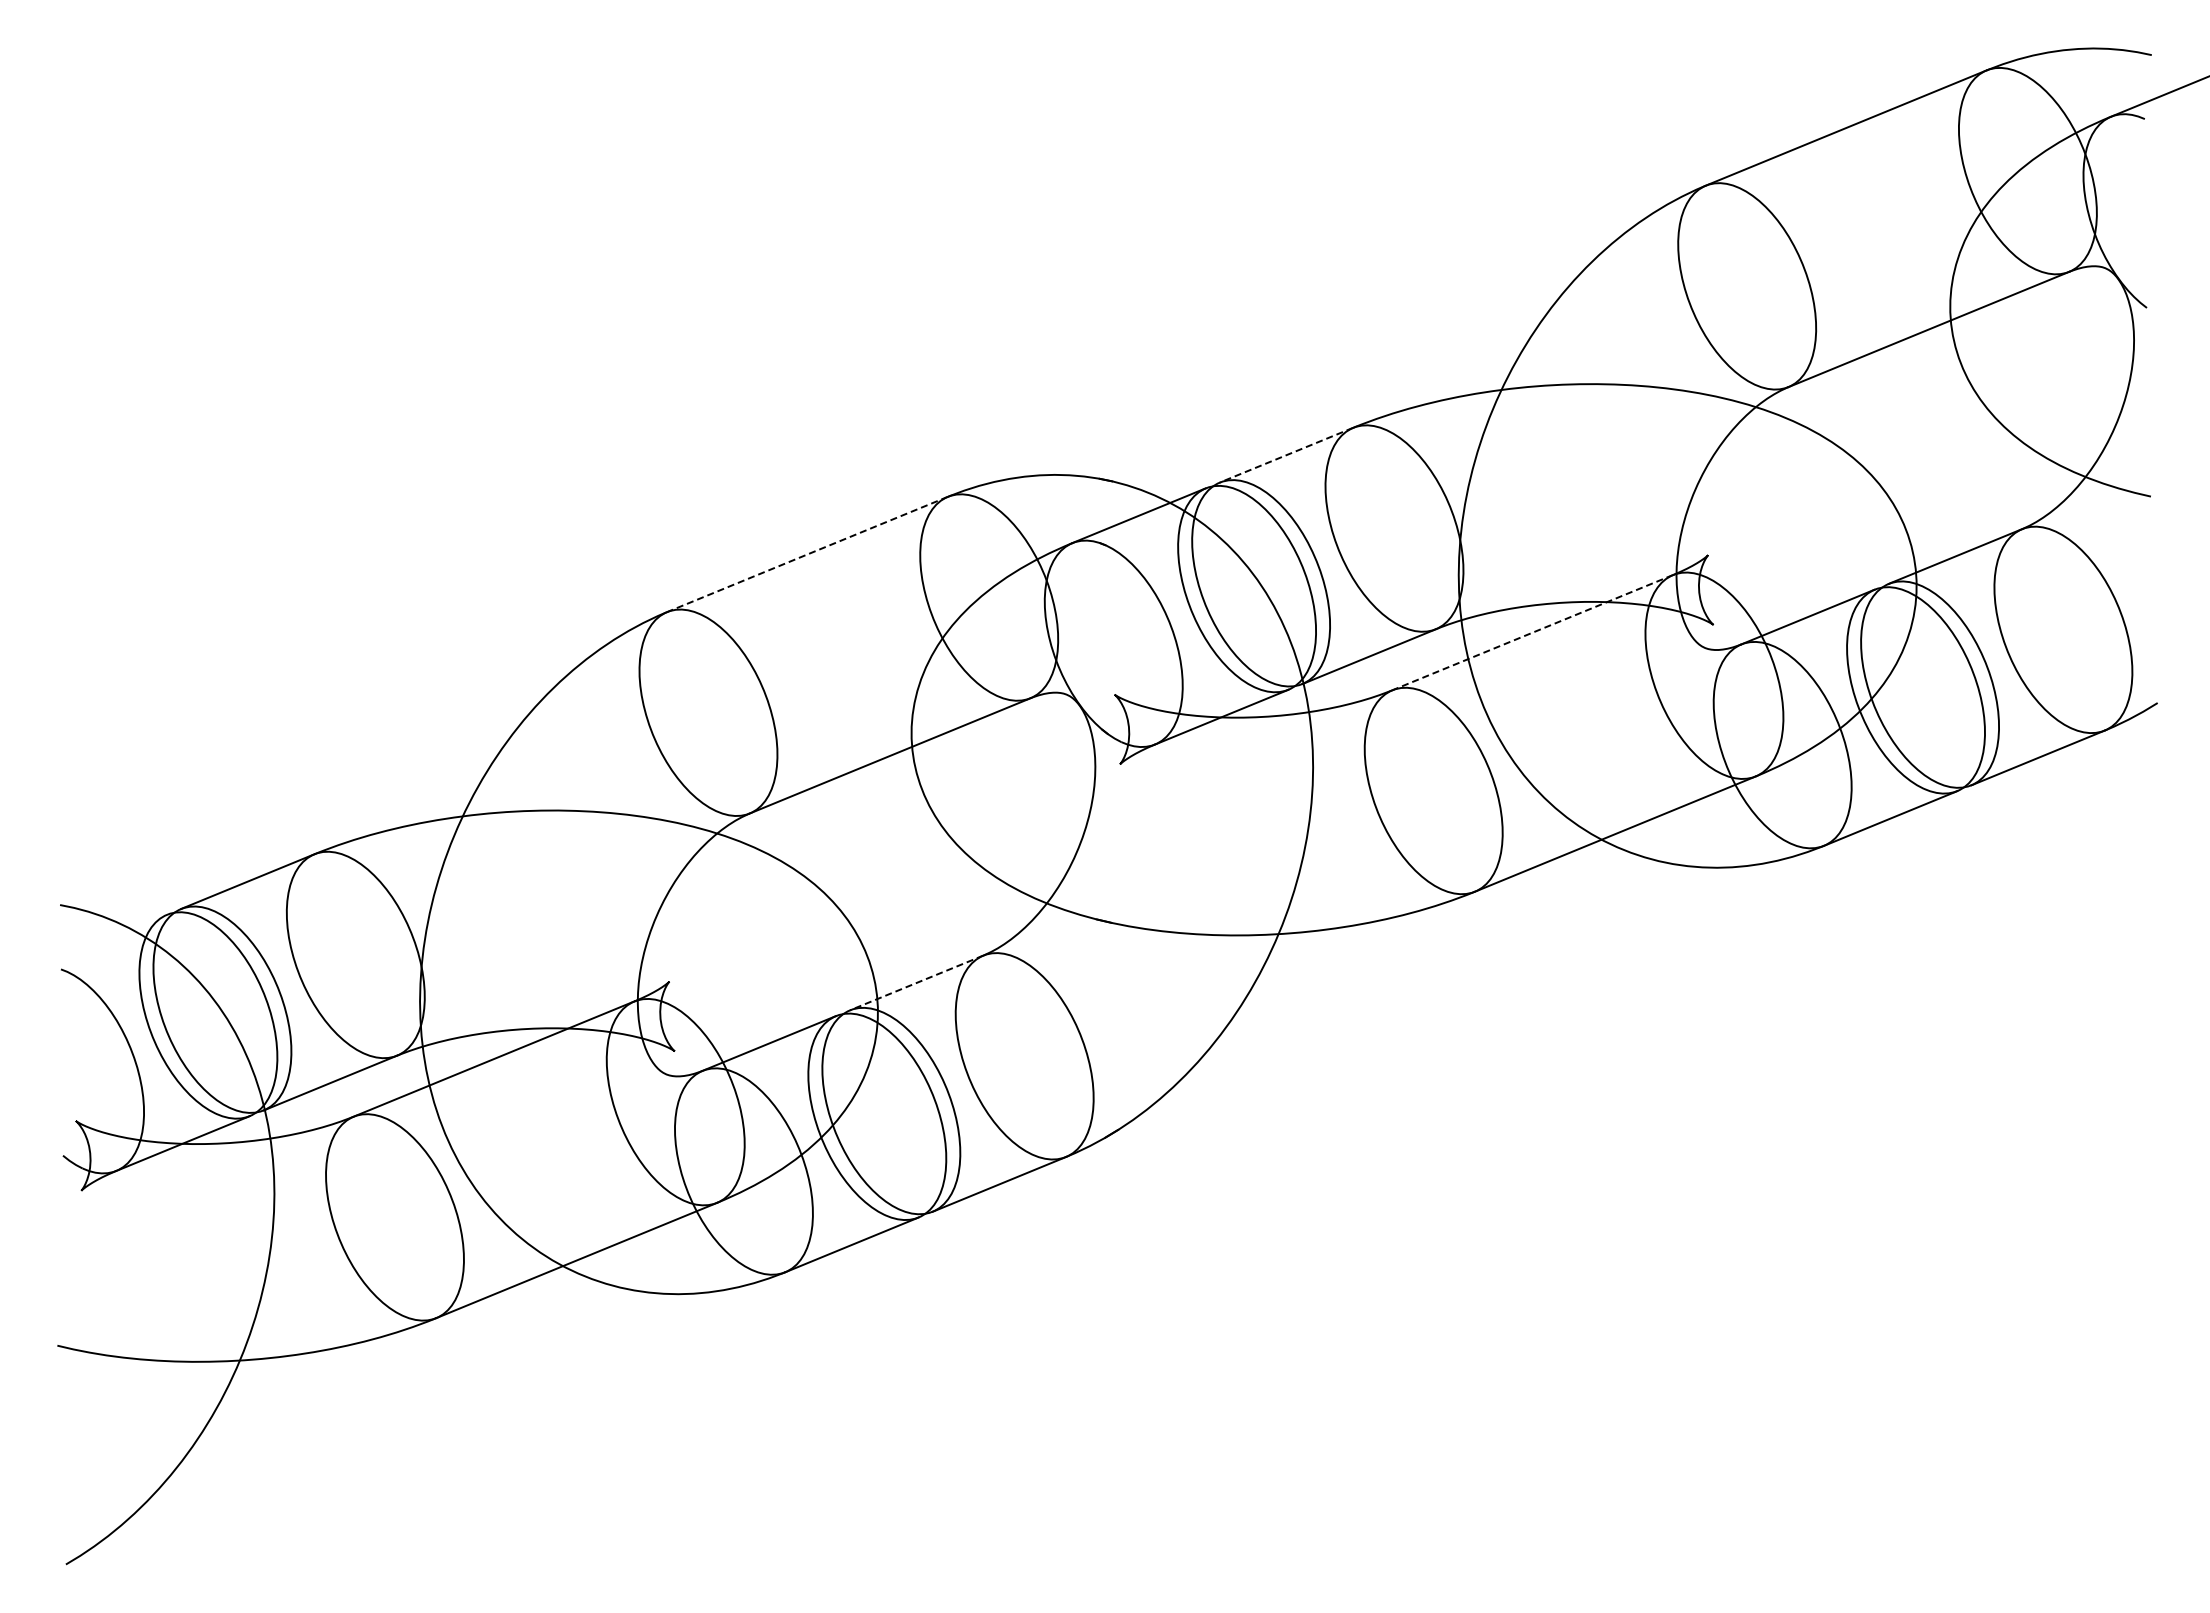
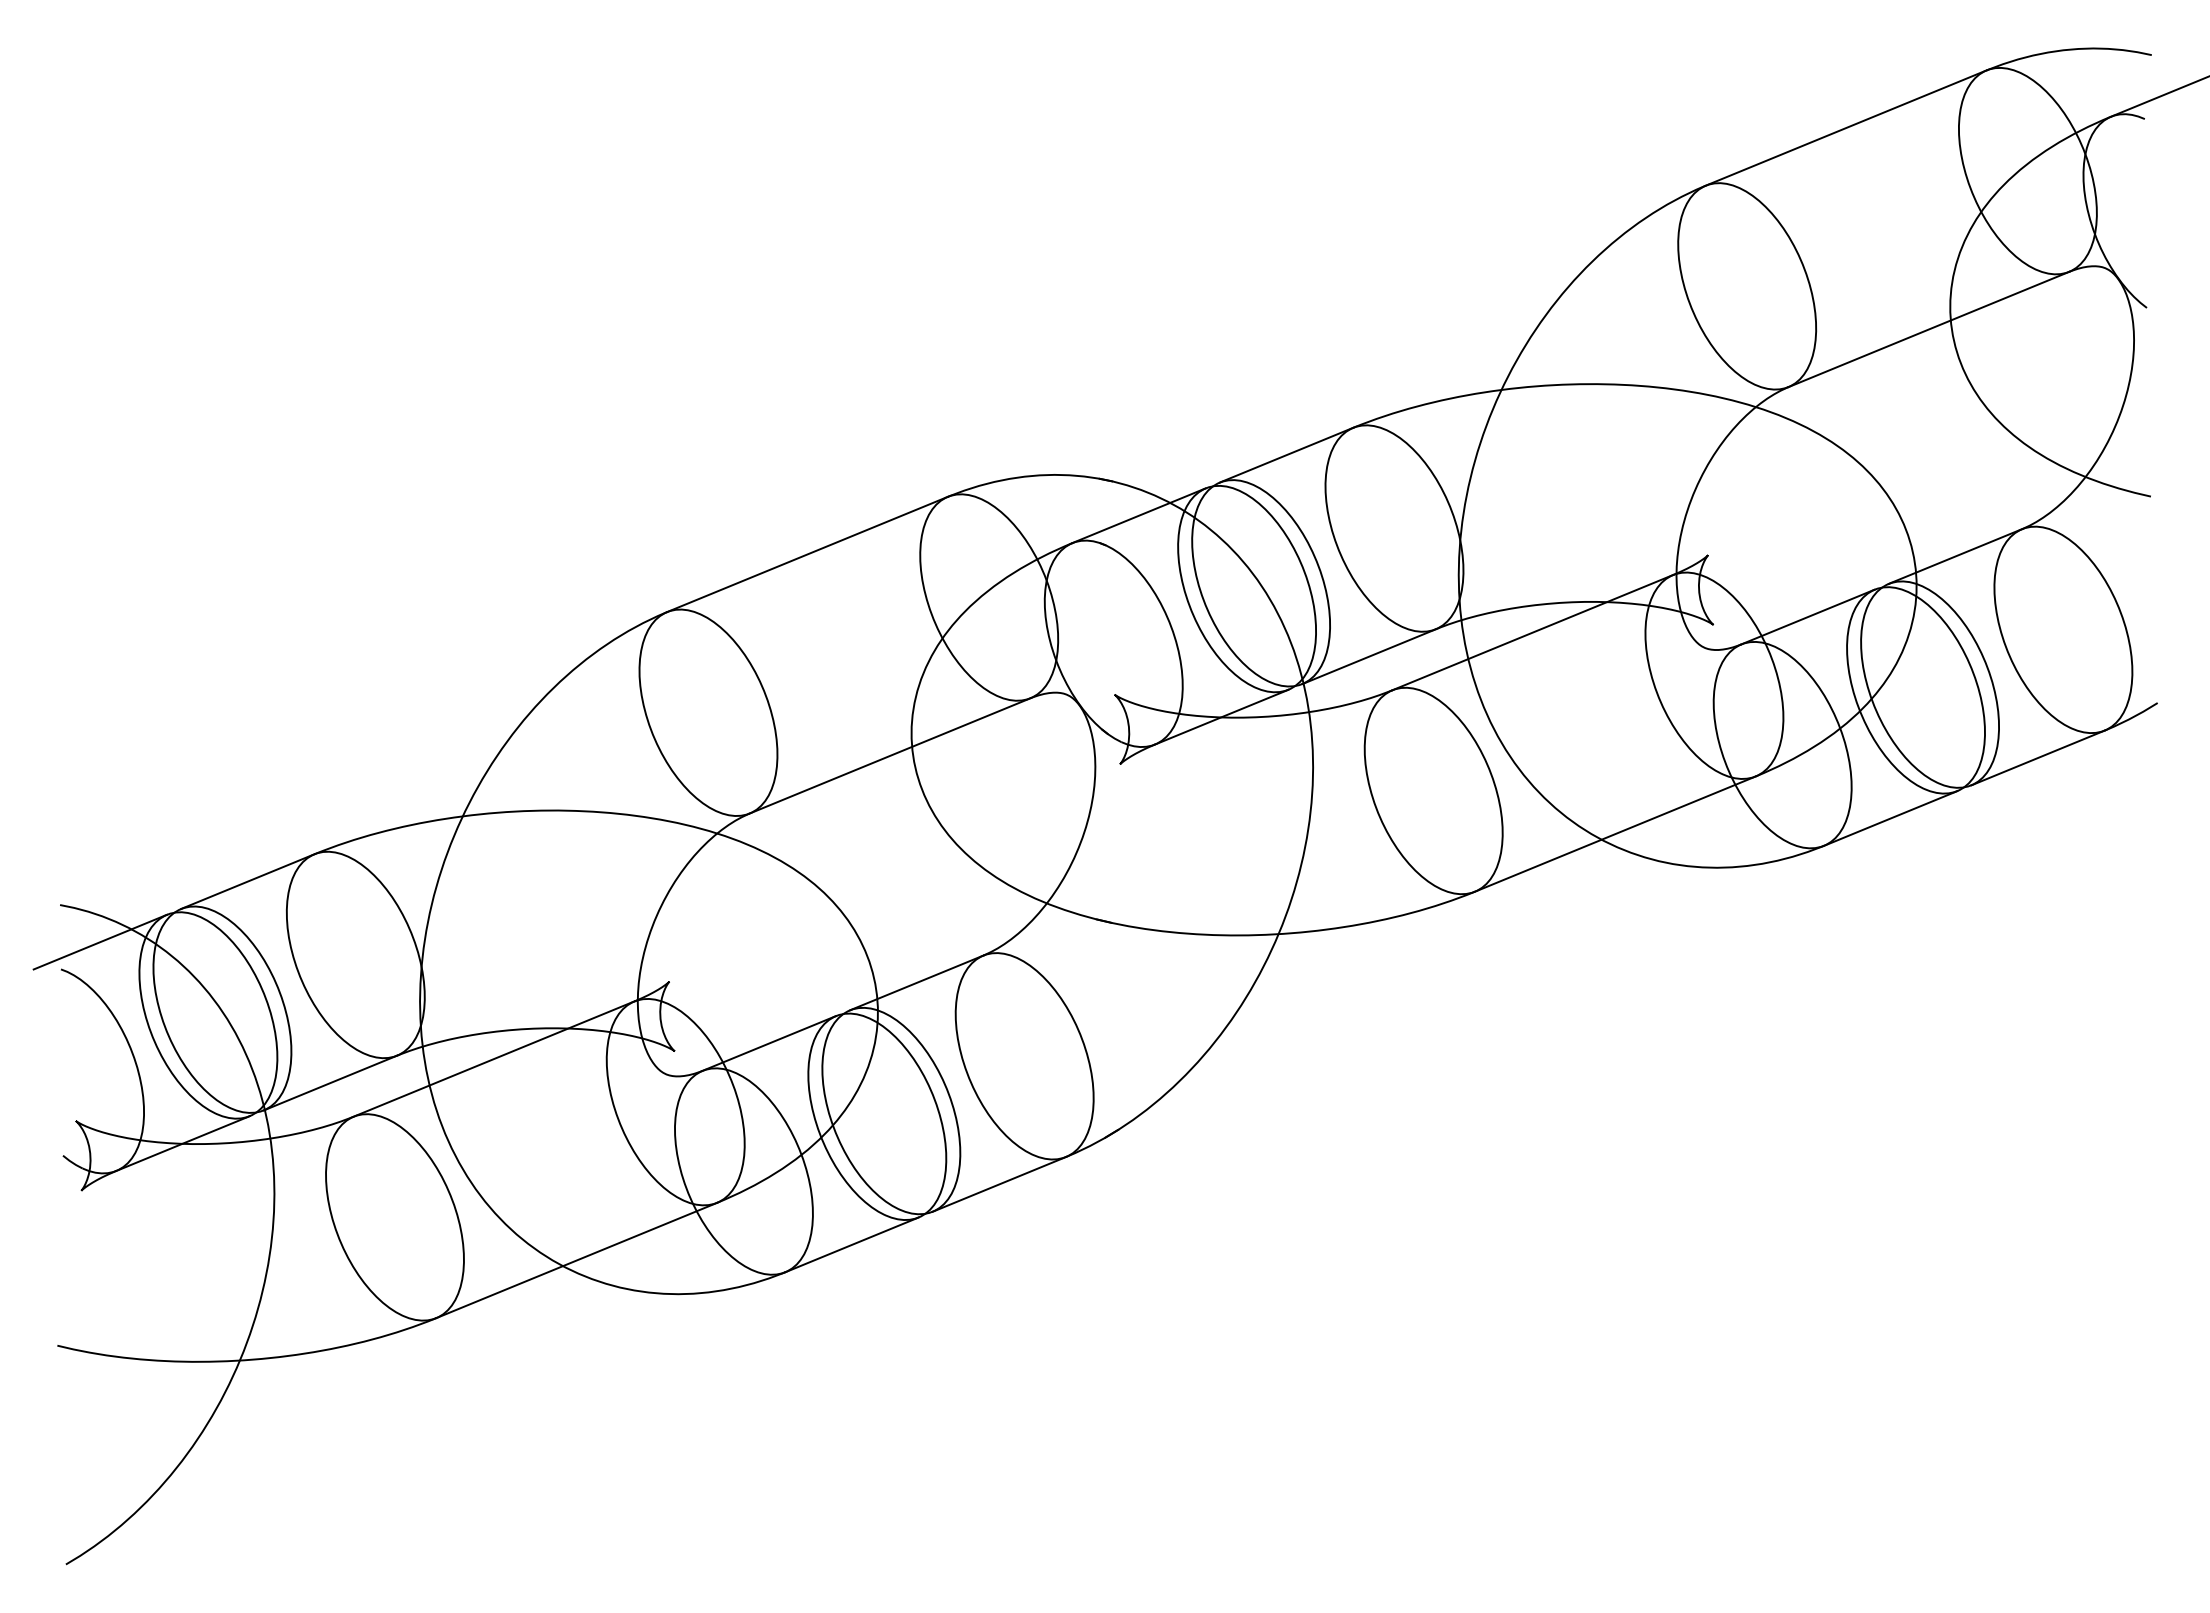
line at (1286, 455): dashed -> solid
line at (807, 554): dashed -> solid
line at (1532, 632): dashed -> solid
line at (100, 941): none -> present
line at (916, 983): dashed -> solid
